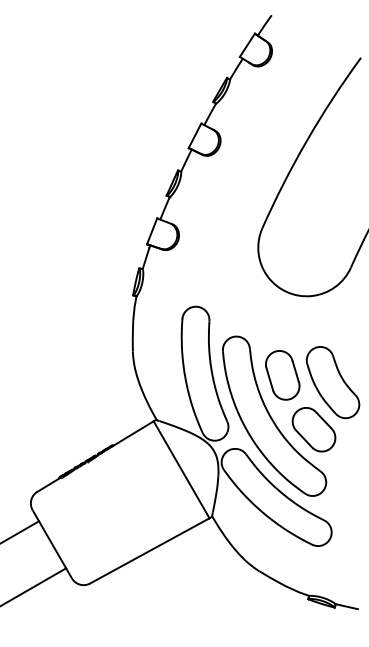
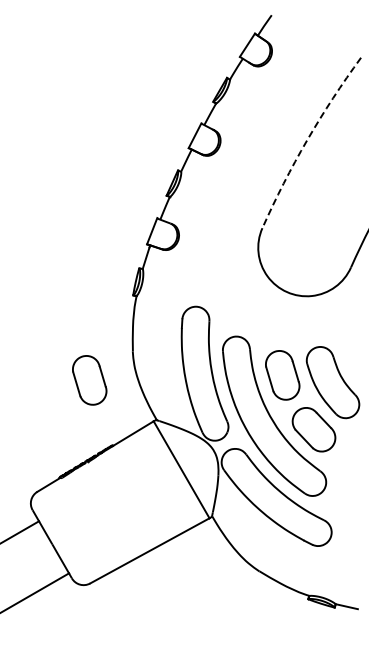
arc at (307, 140): solid -> dashed
part at (89, 380): none -> present
line at (34, 586) position: (34, 586) -> (35, 592)
